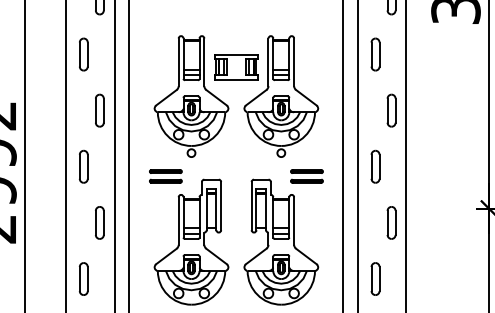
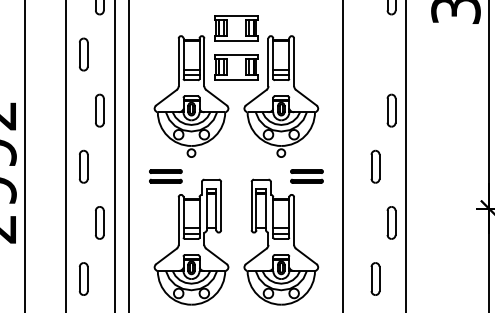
part at (236, 28): none -> present
part at (375, 54): present -> none
line at (358, 155): present -> none
